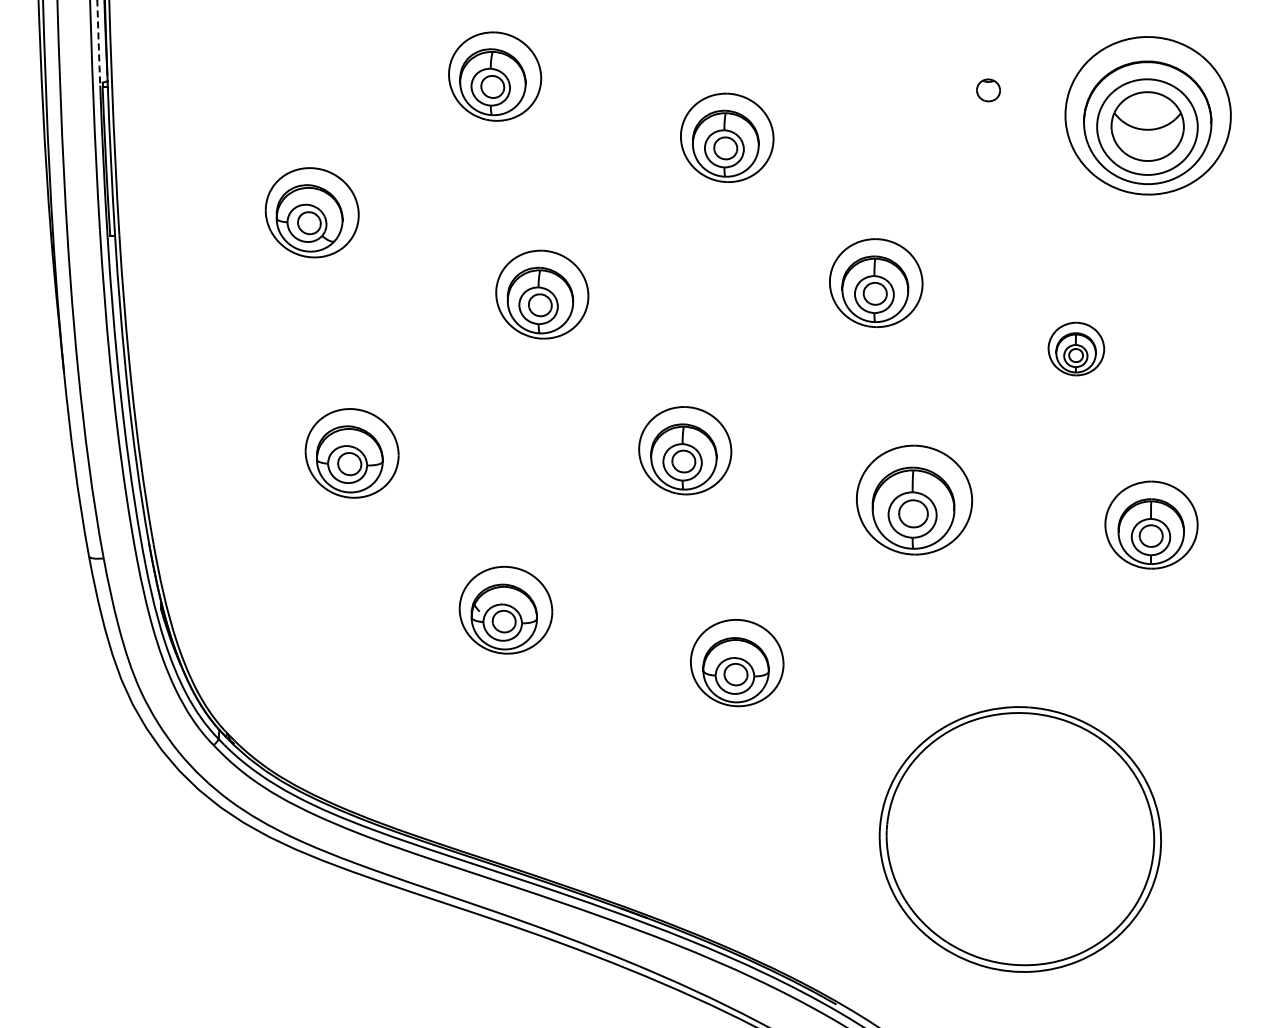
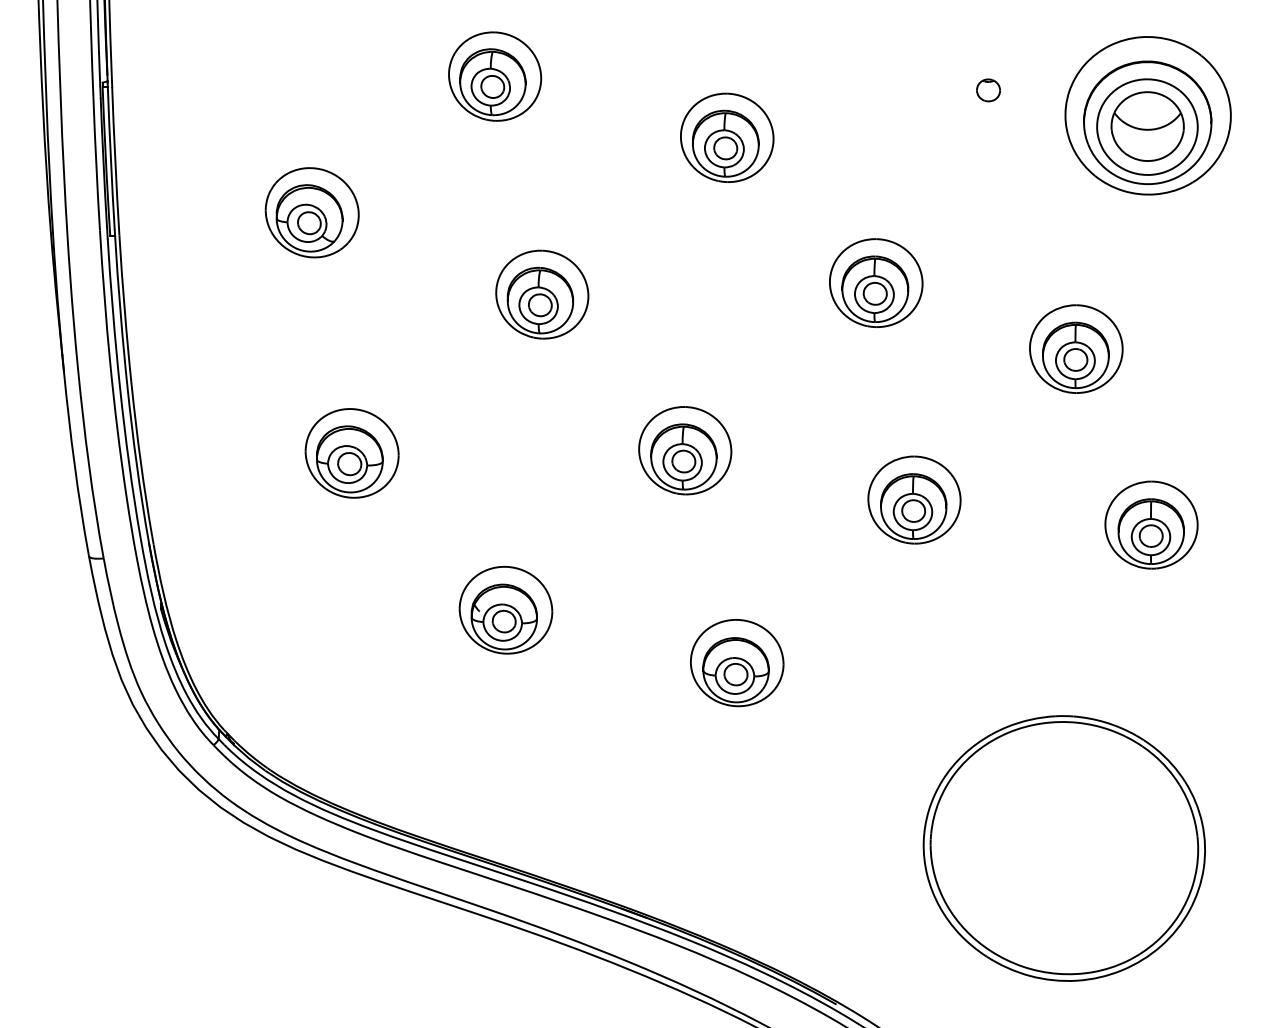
arc at (98, 42): dashed -> solid
part at (1076, 348) size: 59x56 px -> 95x90 px
part at (914, 499) size: 118x112 px -> 95x90 px
part at (1019, 839) position: (1019, 839) -> (1063, 848)
